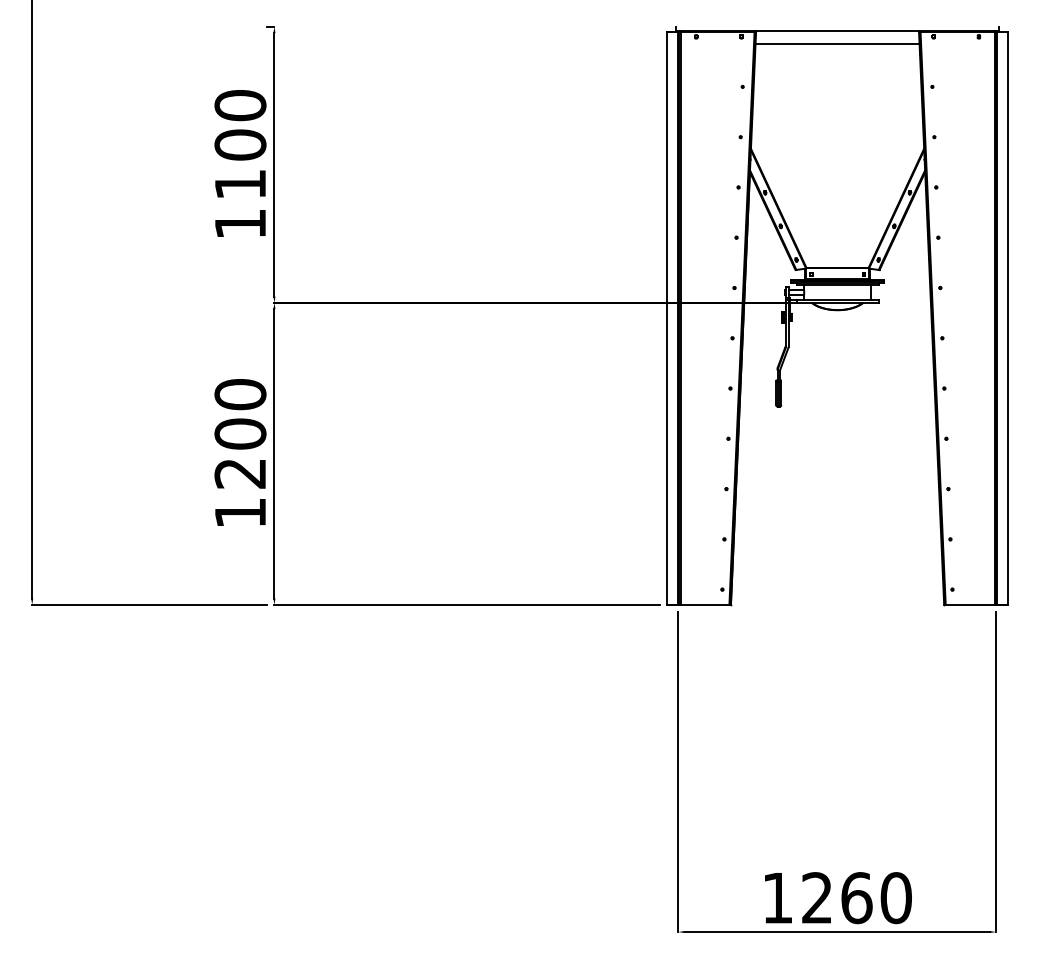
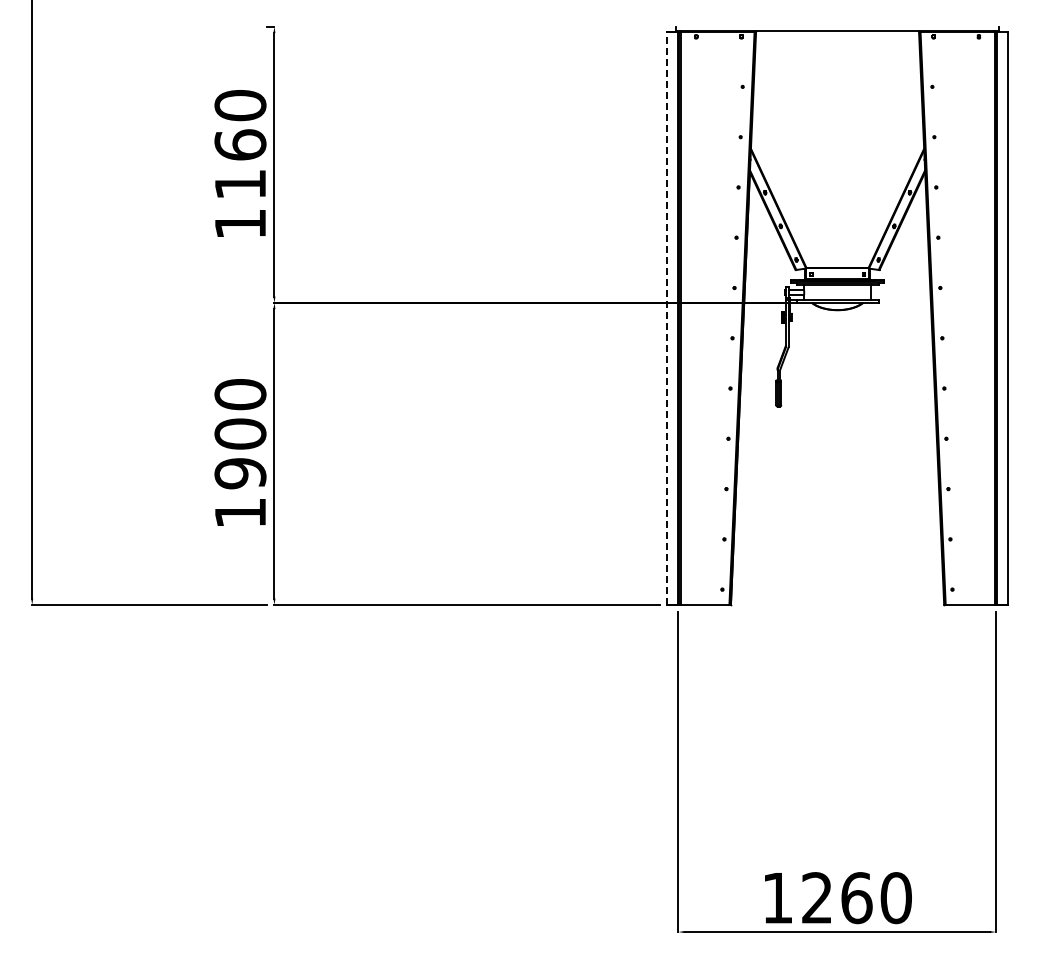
line at (837, 44): present -> none
text at (240, 144): 1100 -> 1160
line at (667, 317): solid -> dashed
text at (240, 473): 1200 -> 1900
